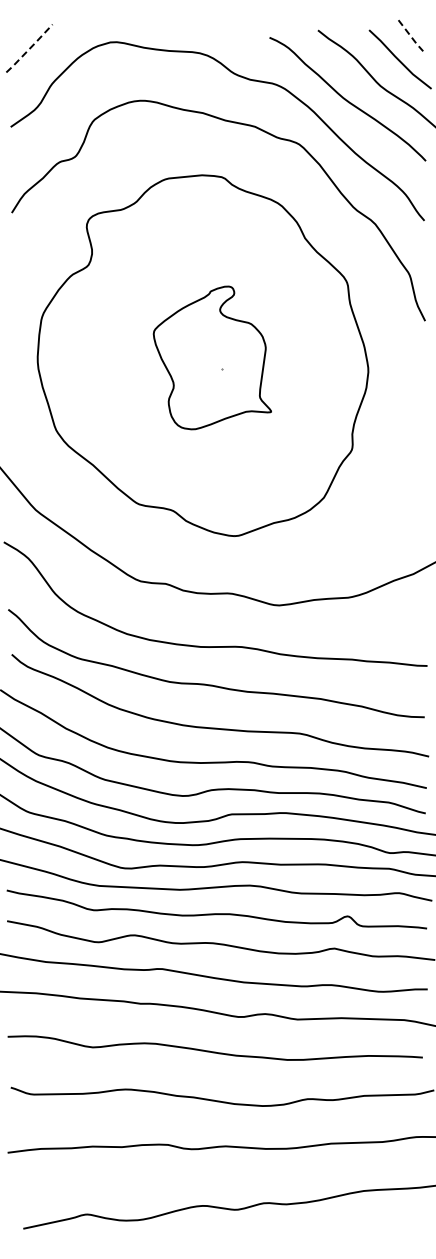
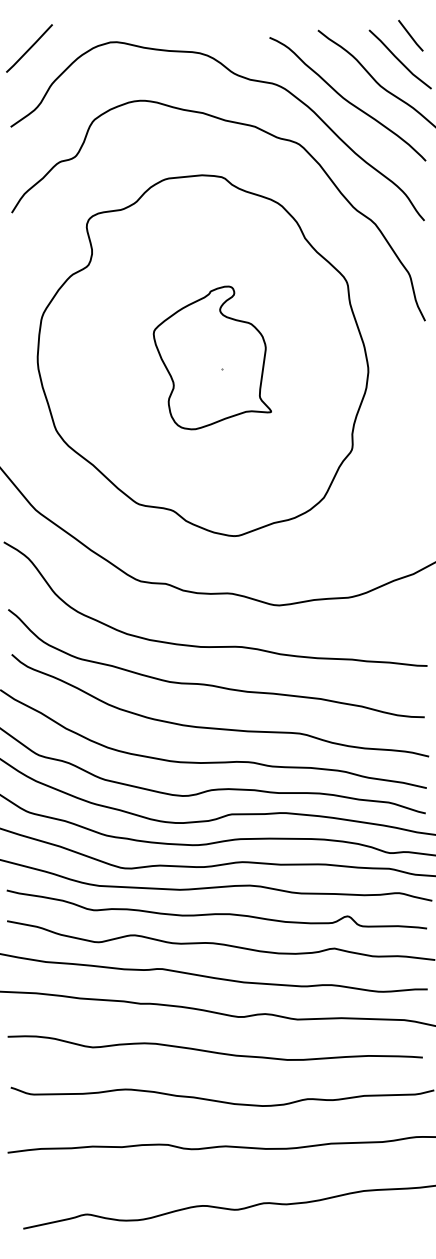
line at (411, 36): dashed -> solid
line at (29, 48): dashed -> solid
